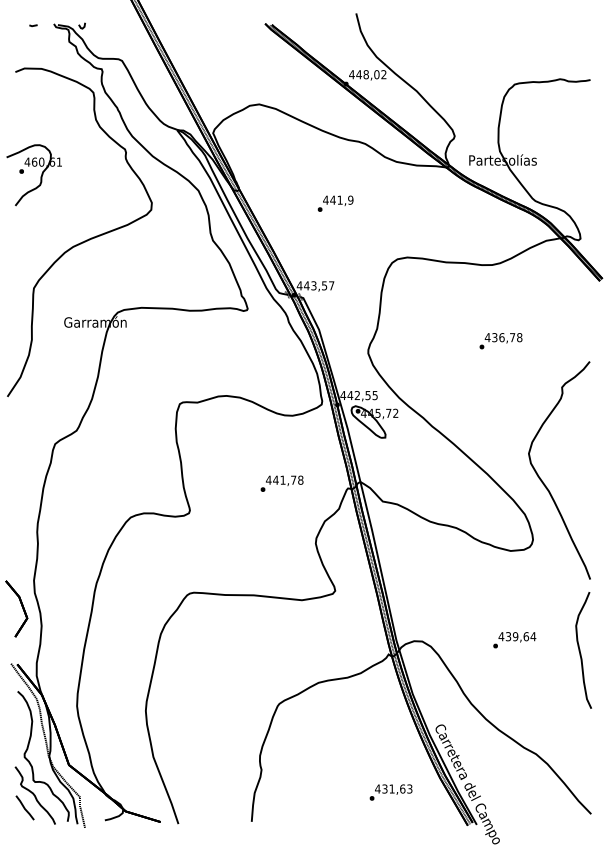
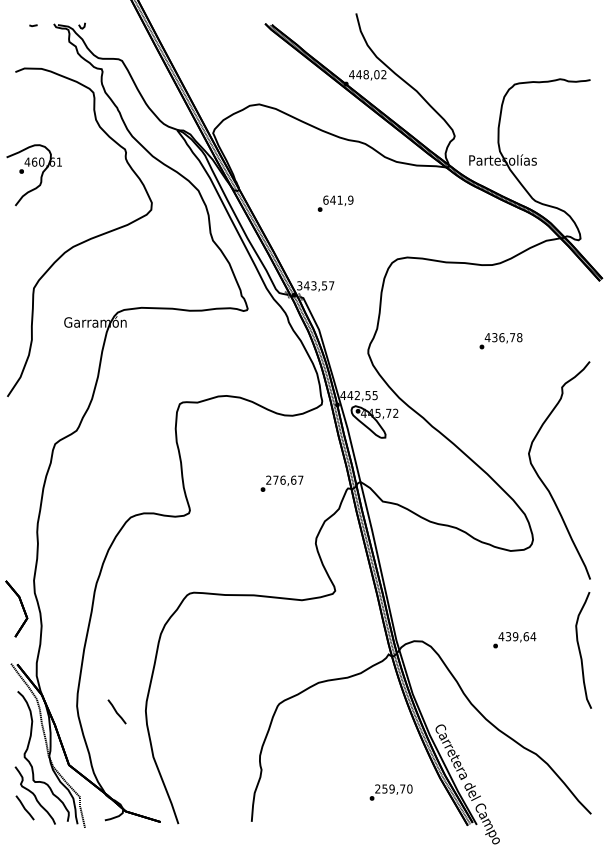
text at (325, 199): 441,9 -> 641,9
text at (299, 285): 443,57 -> 343,57
text at (284, 479): 441,78 -> 276,67
line at (116, 711): none -> present
text at (393, 788): 431,63 -> 259,70
